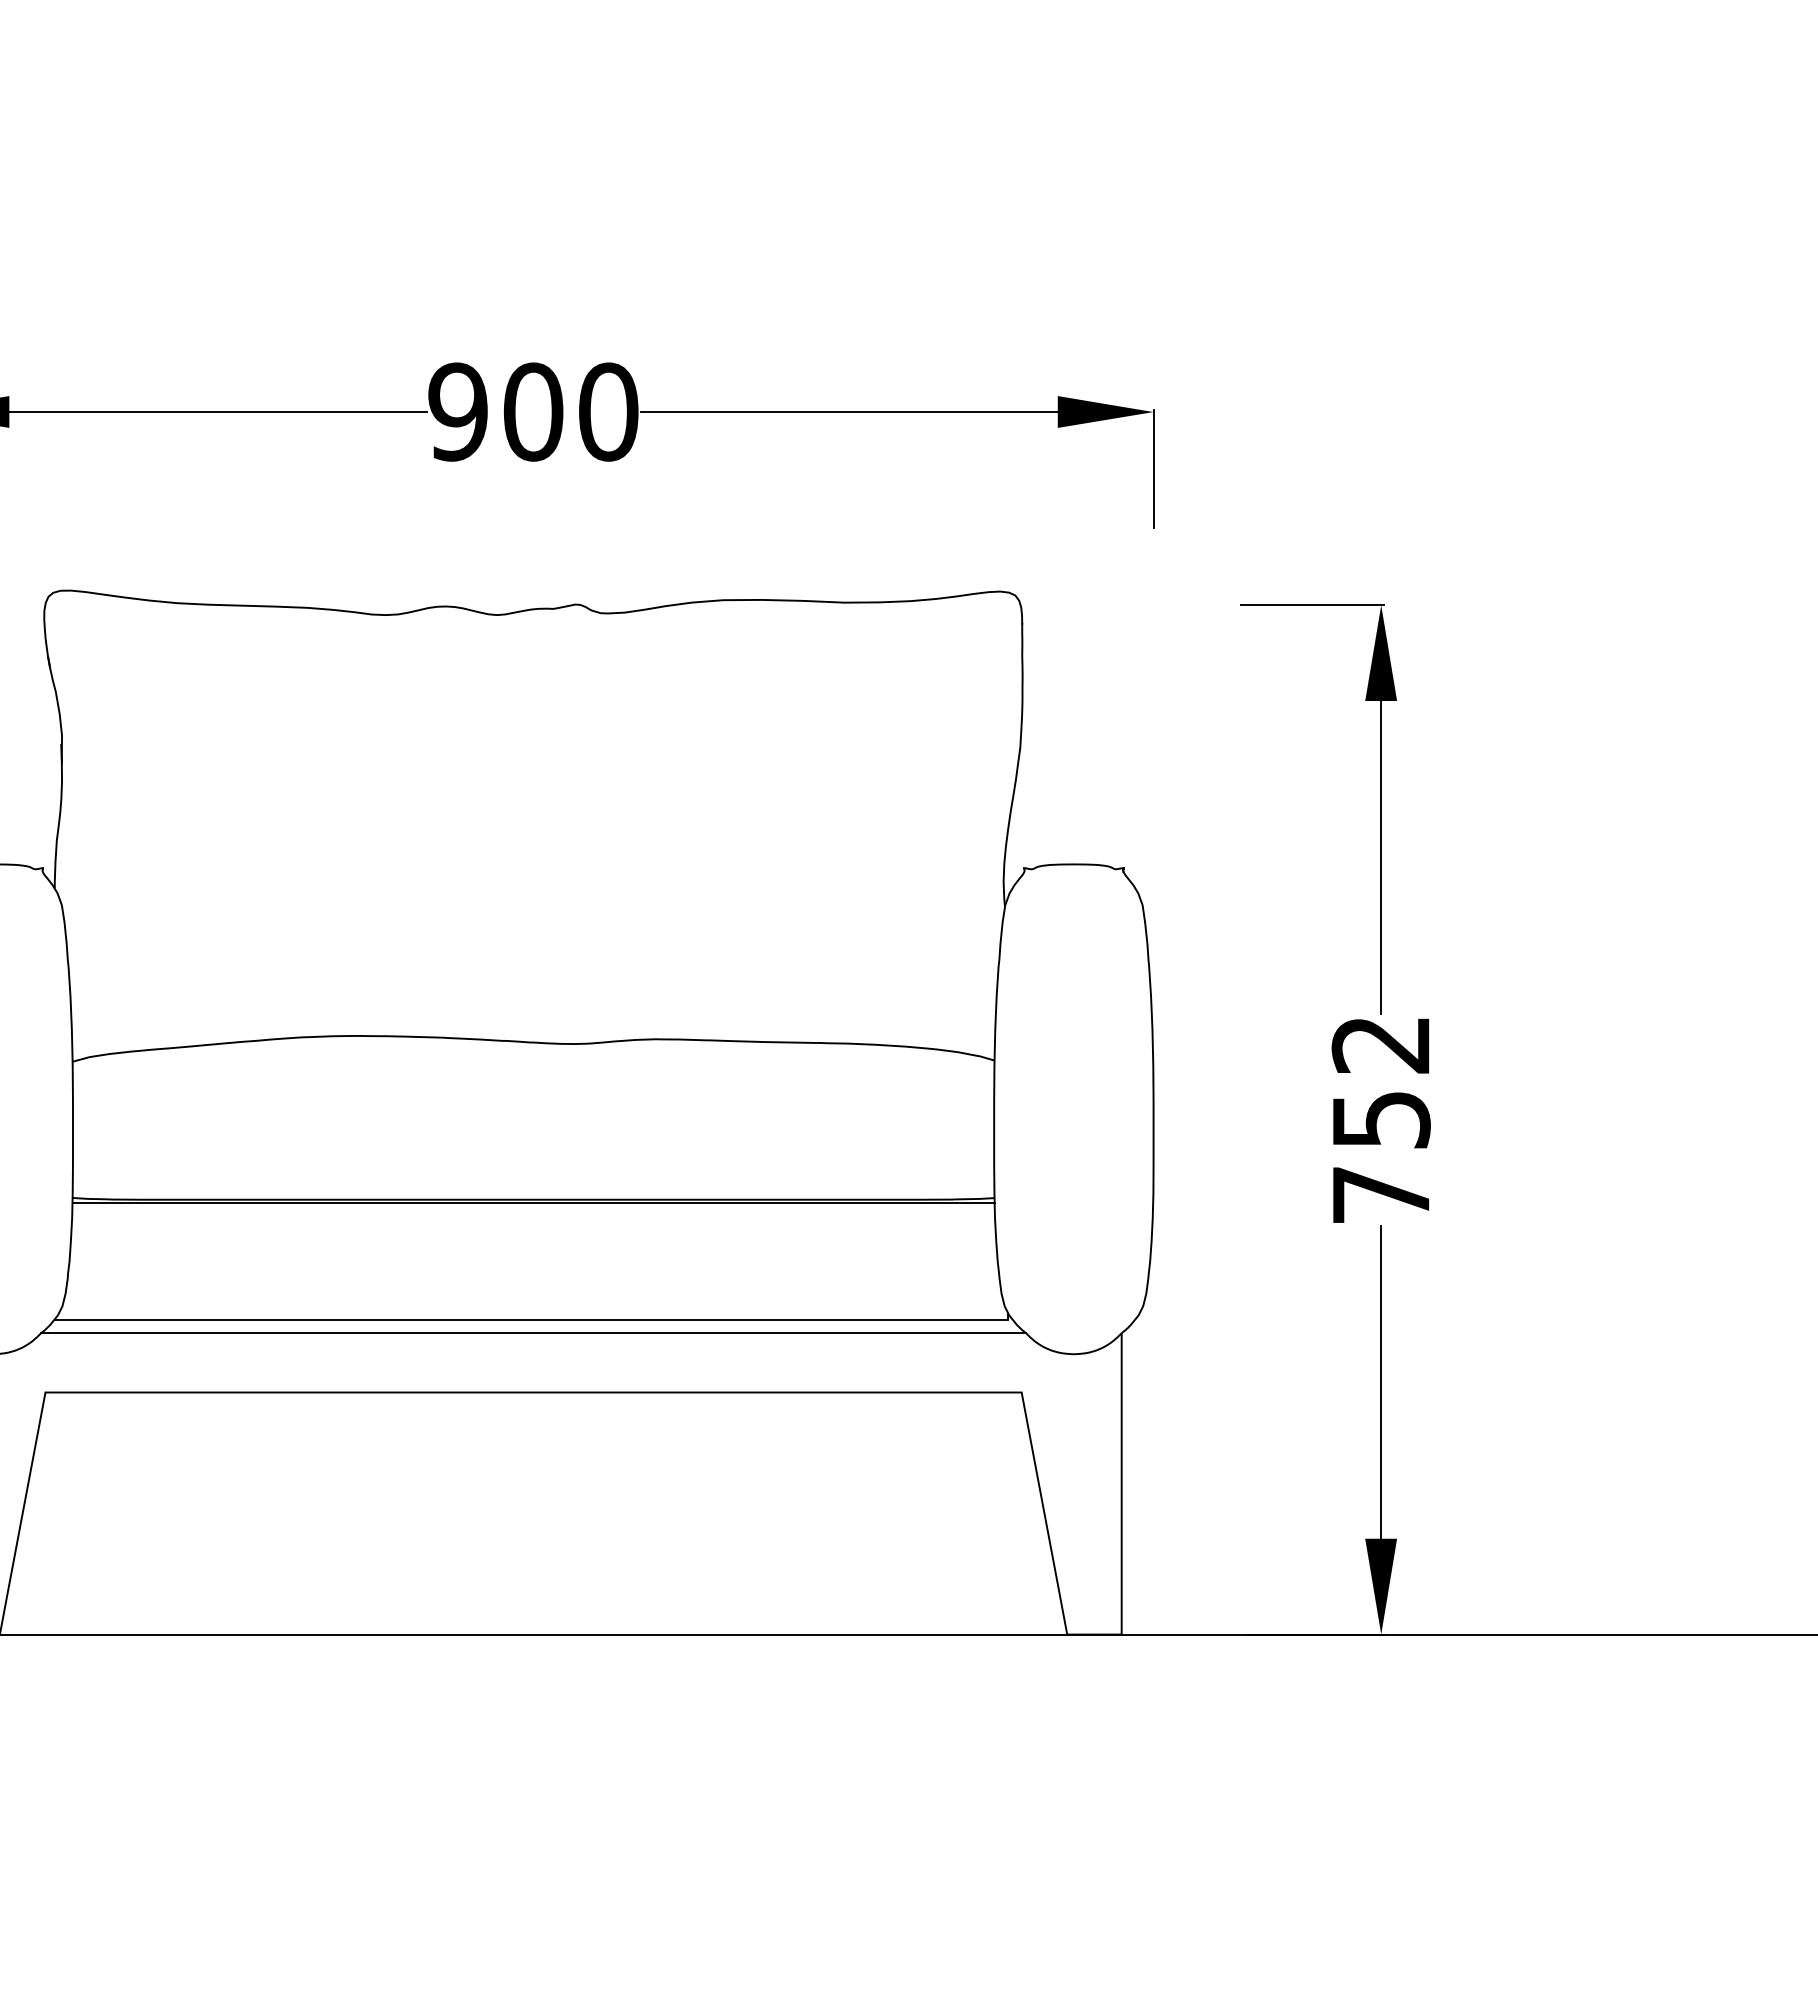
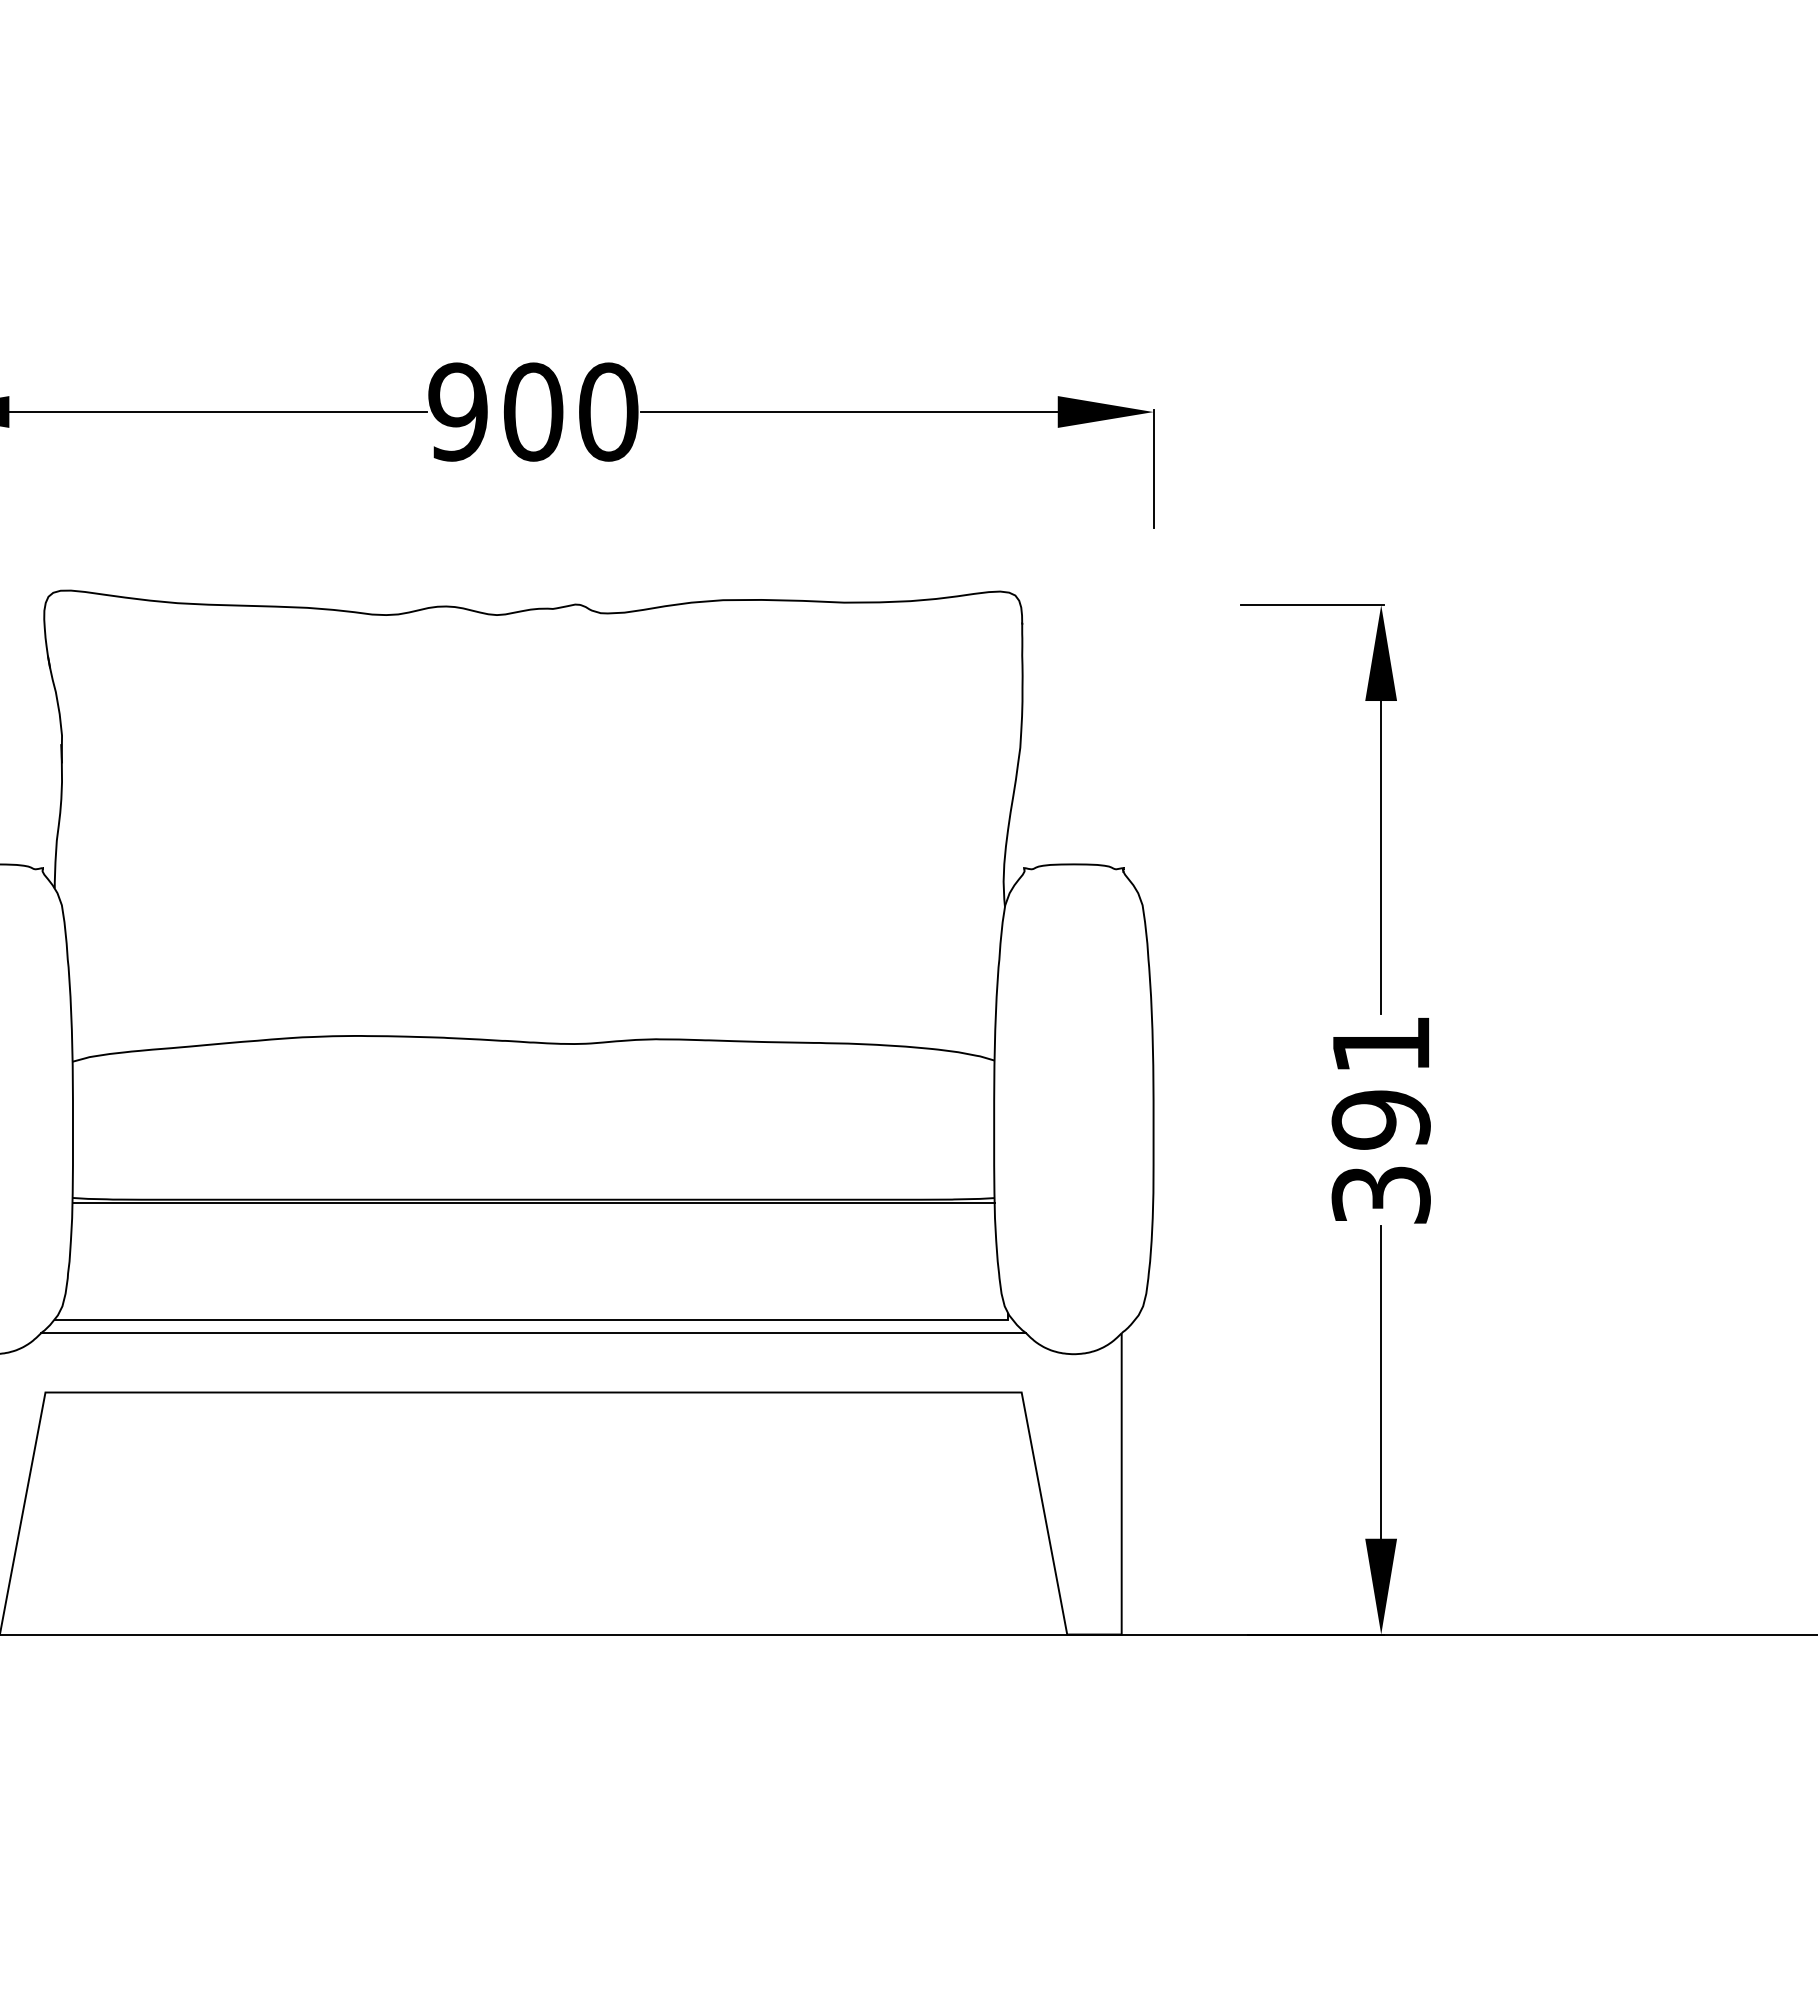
text at (1380, 1120): 752 -> 391
